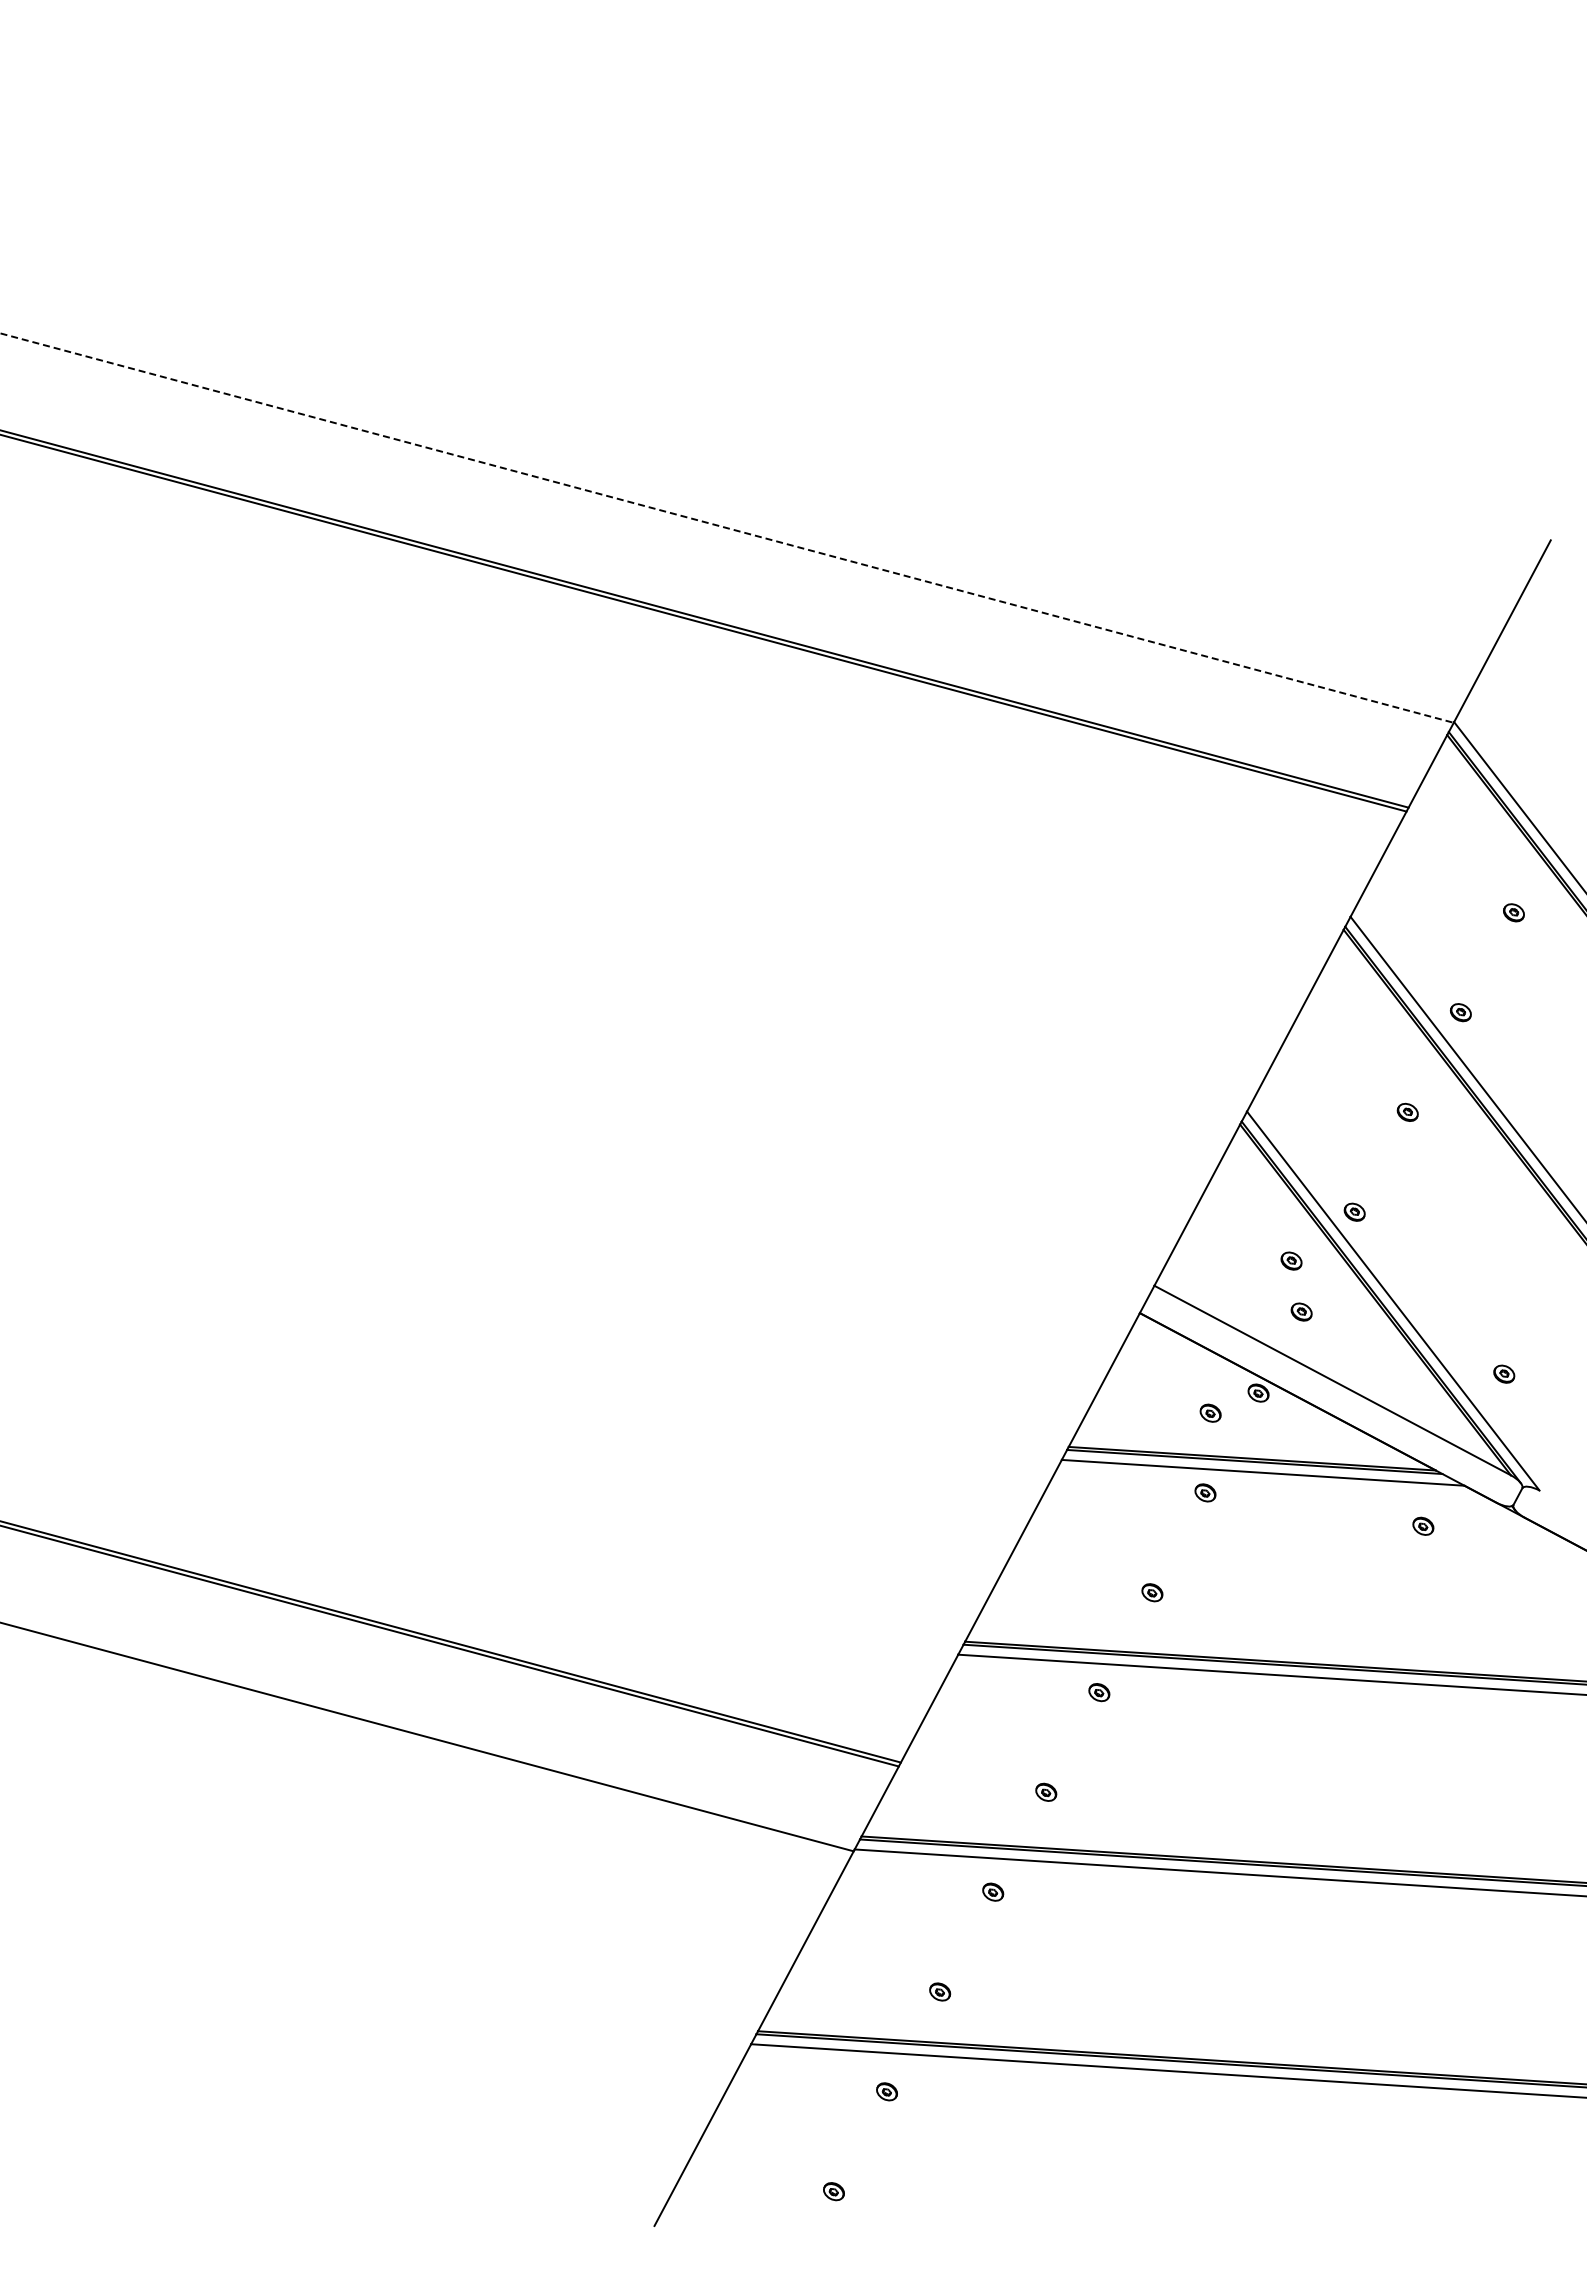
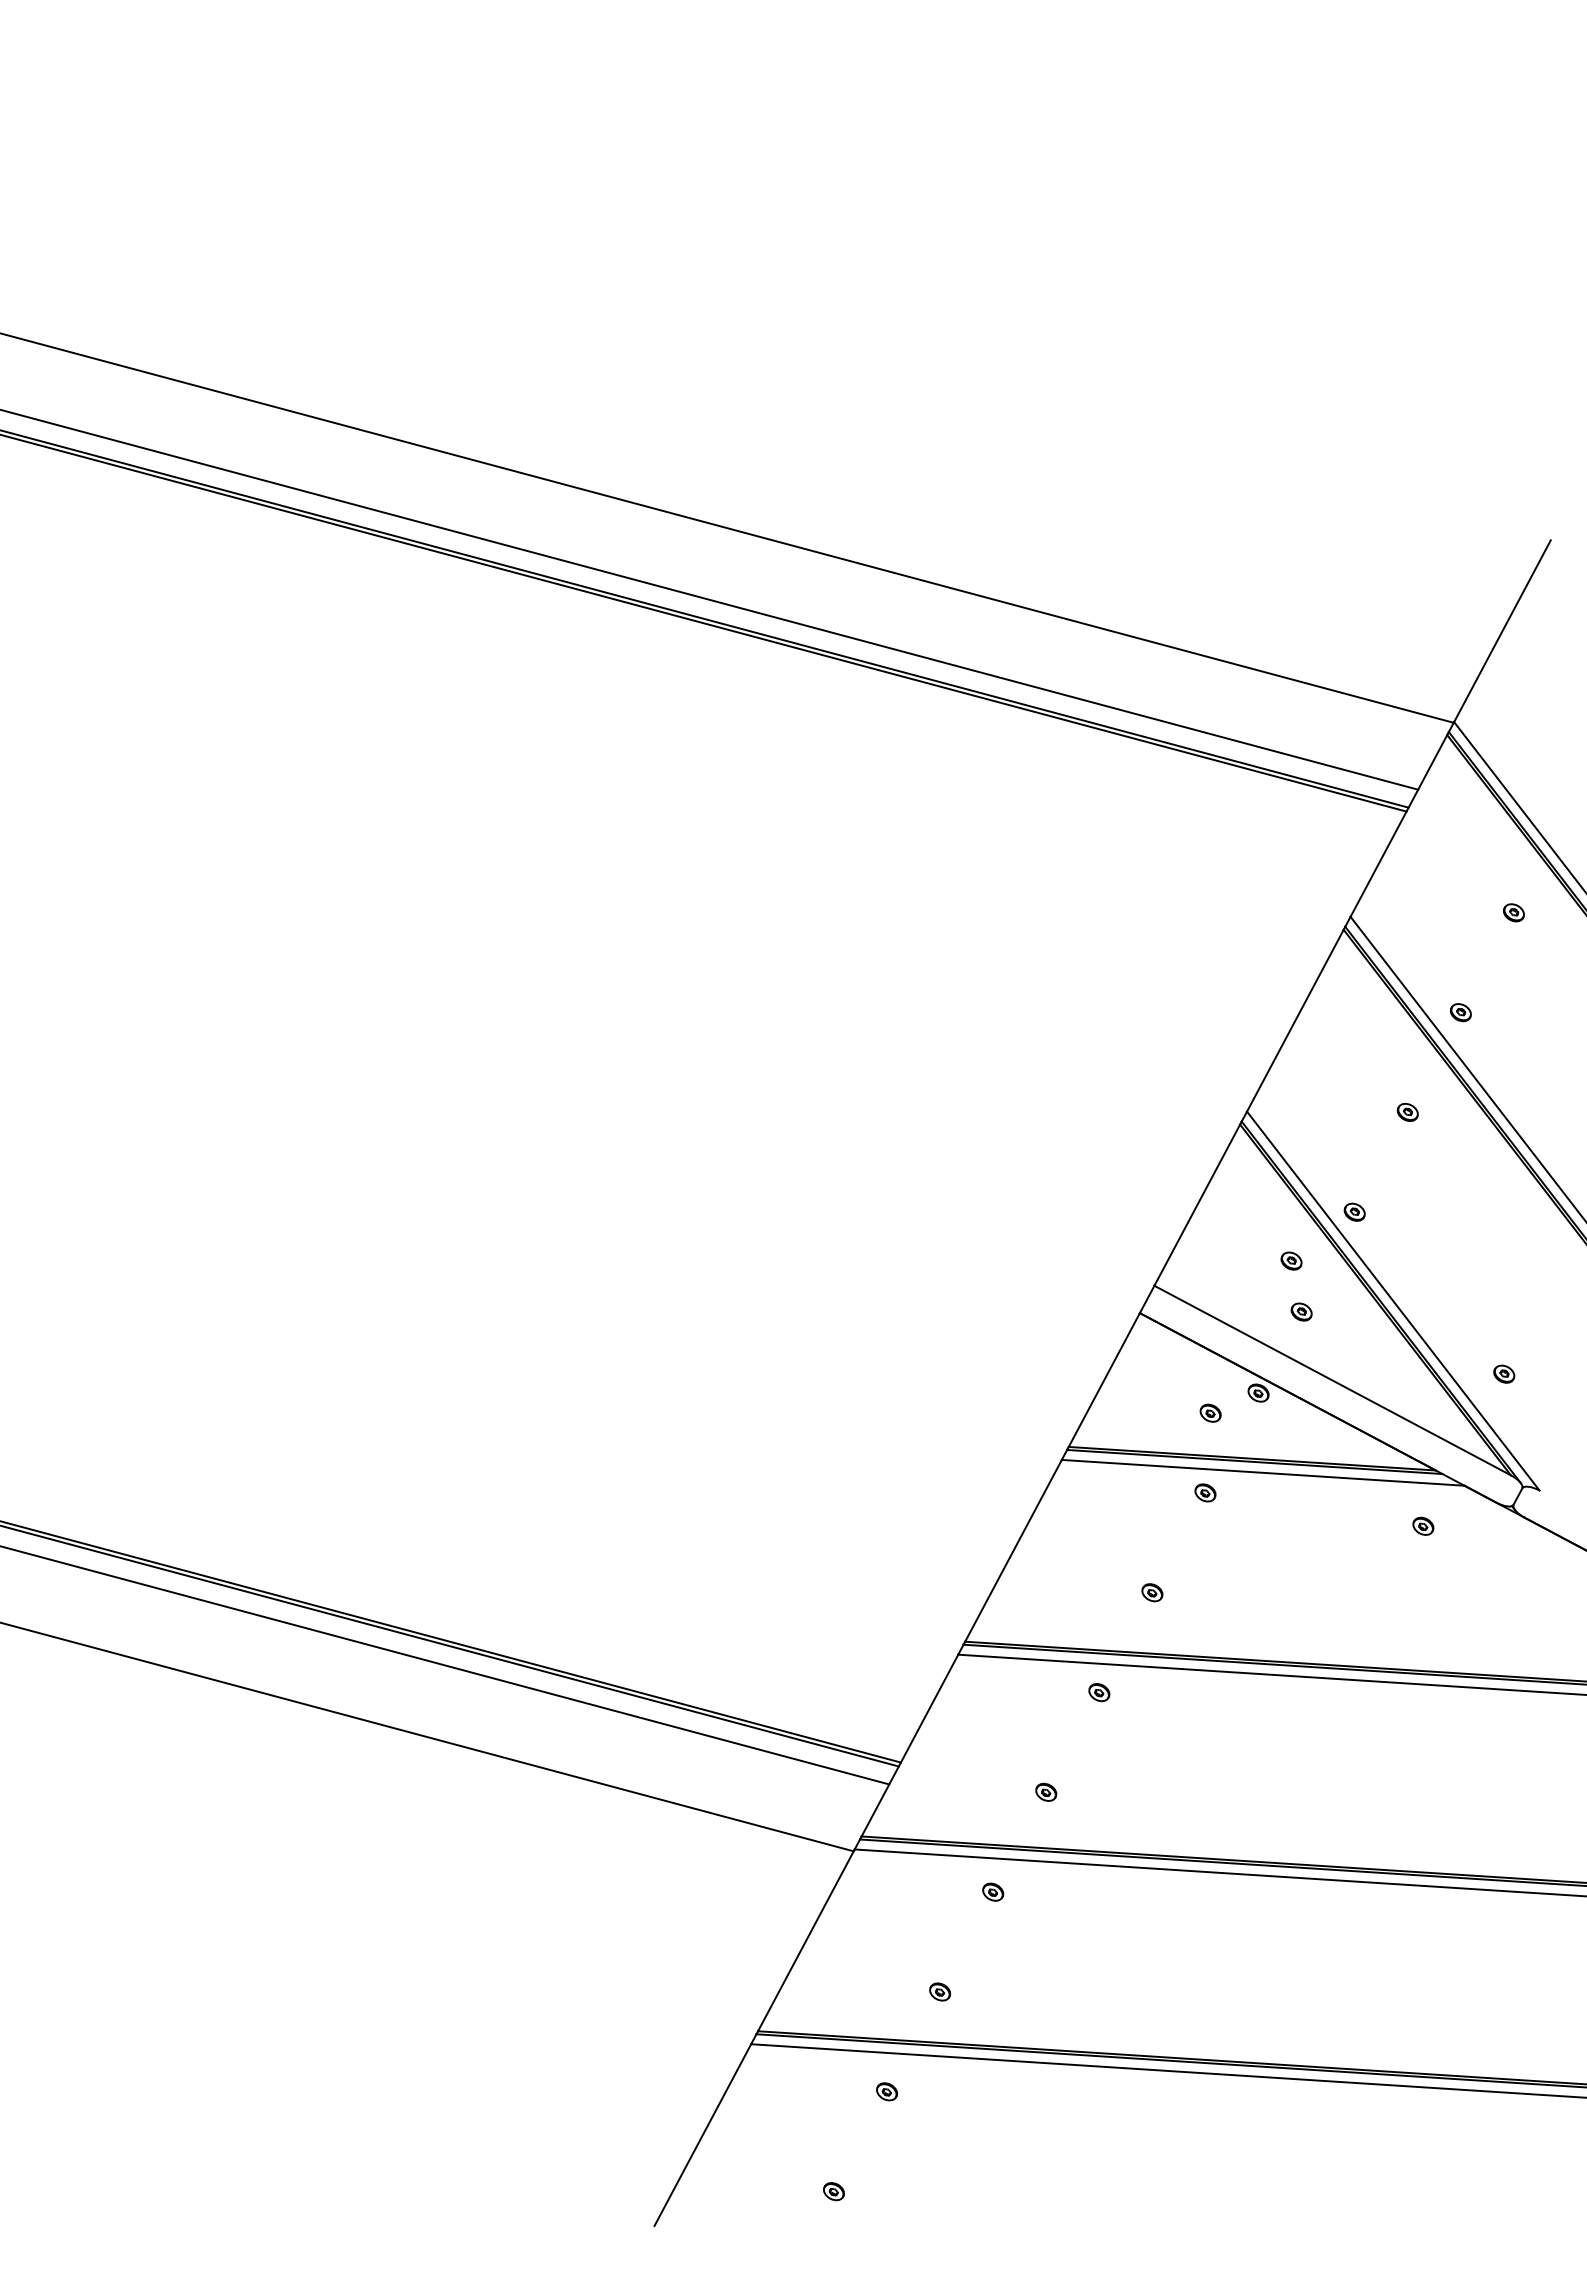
line at (727, 528): dashed -> solid
line at (710, 599): none -> present
line at (445, 1665): none -> present
